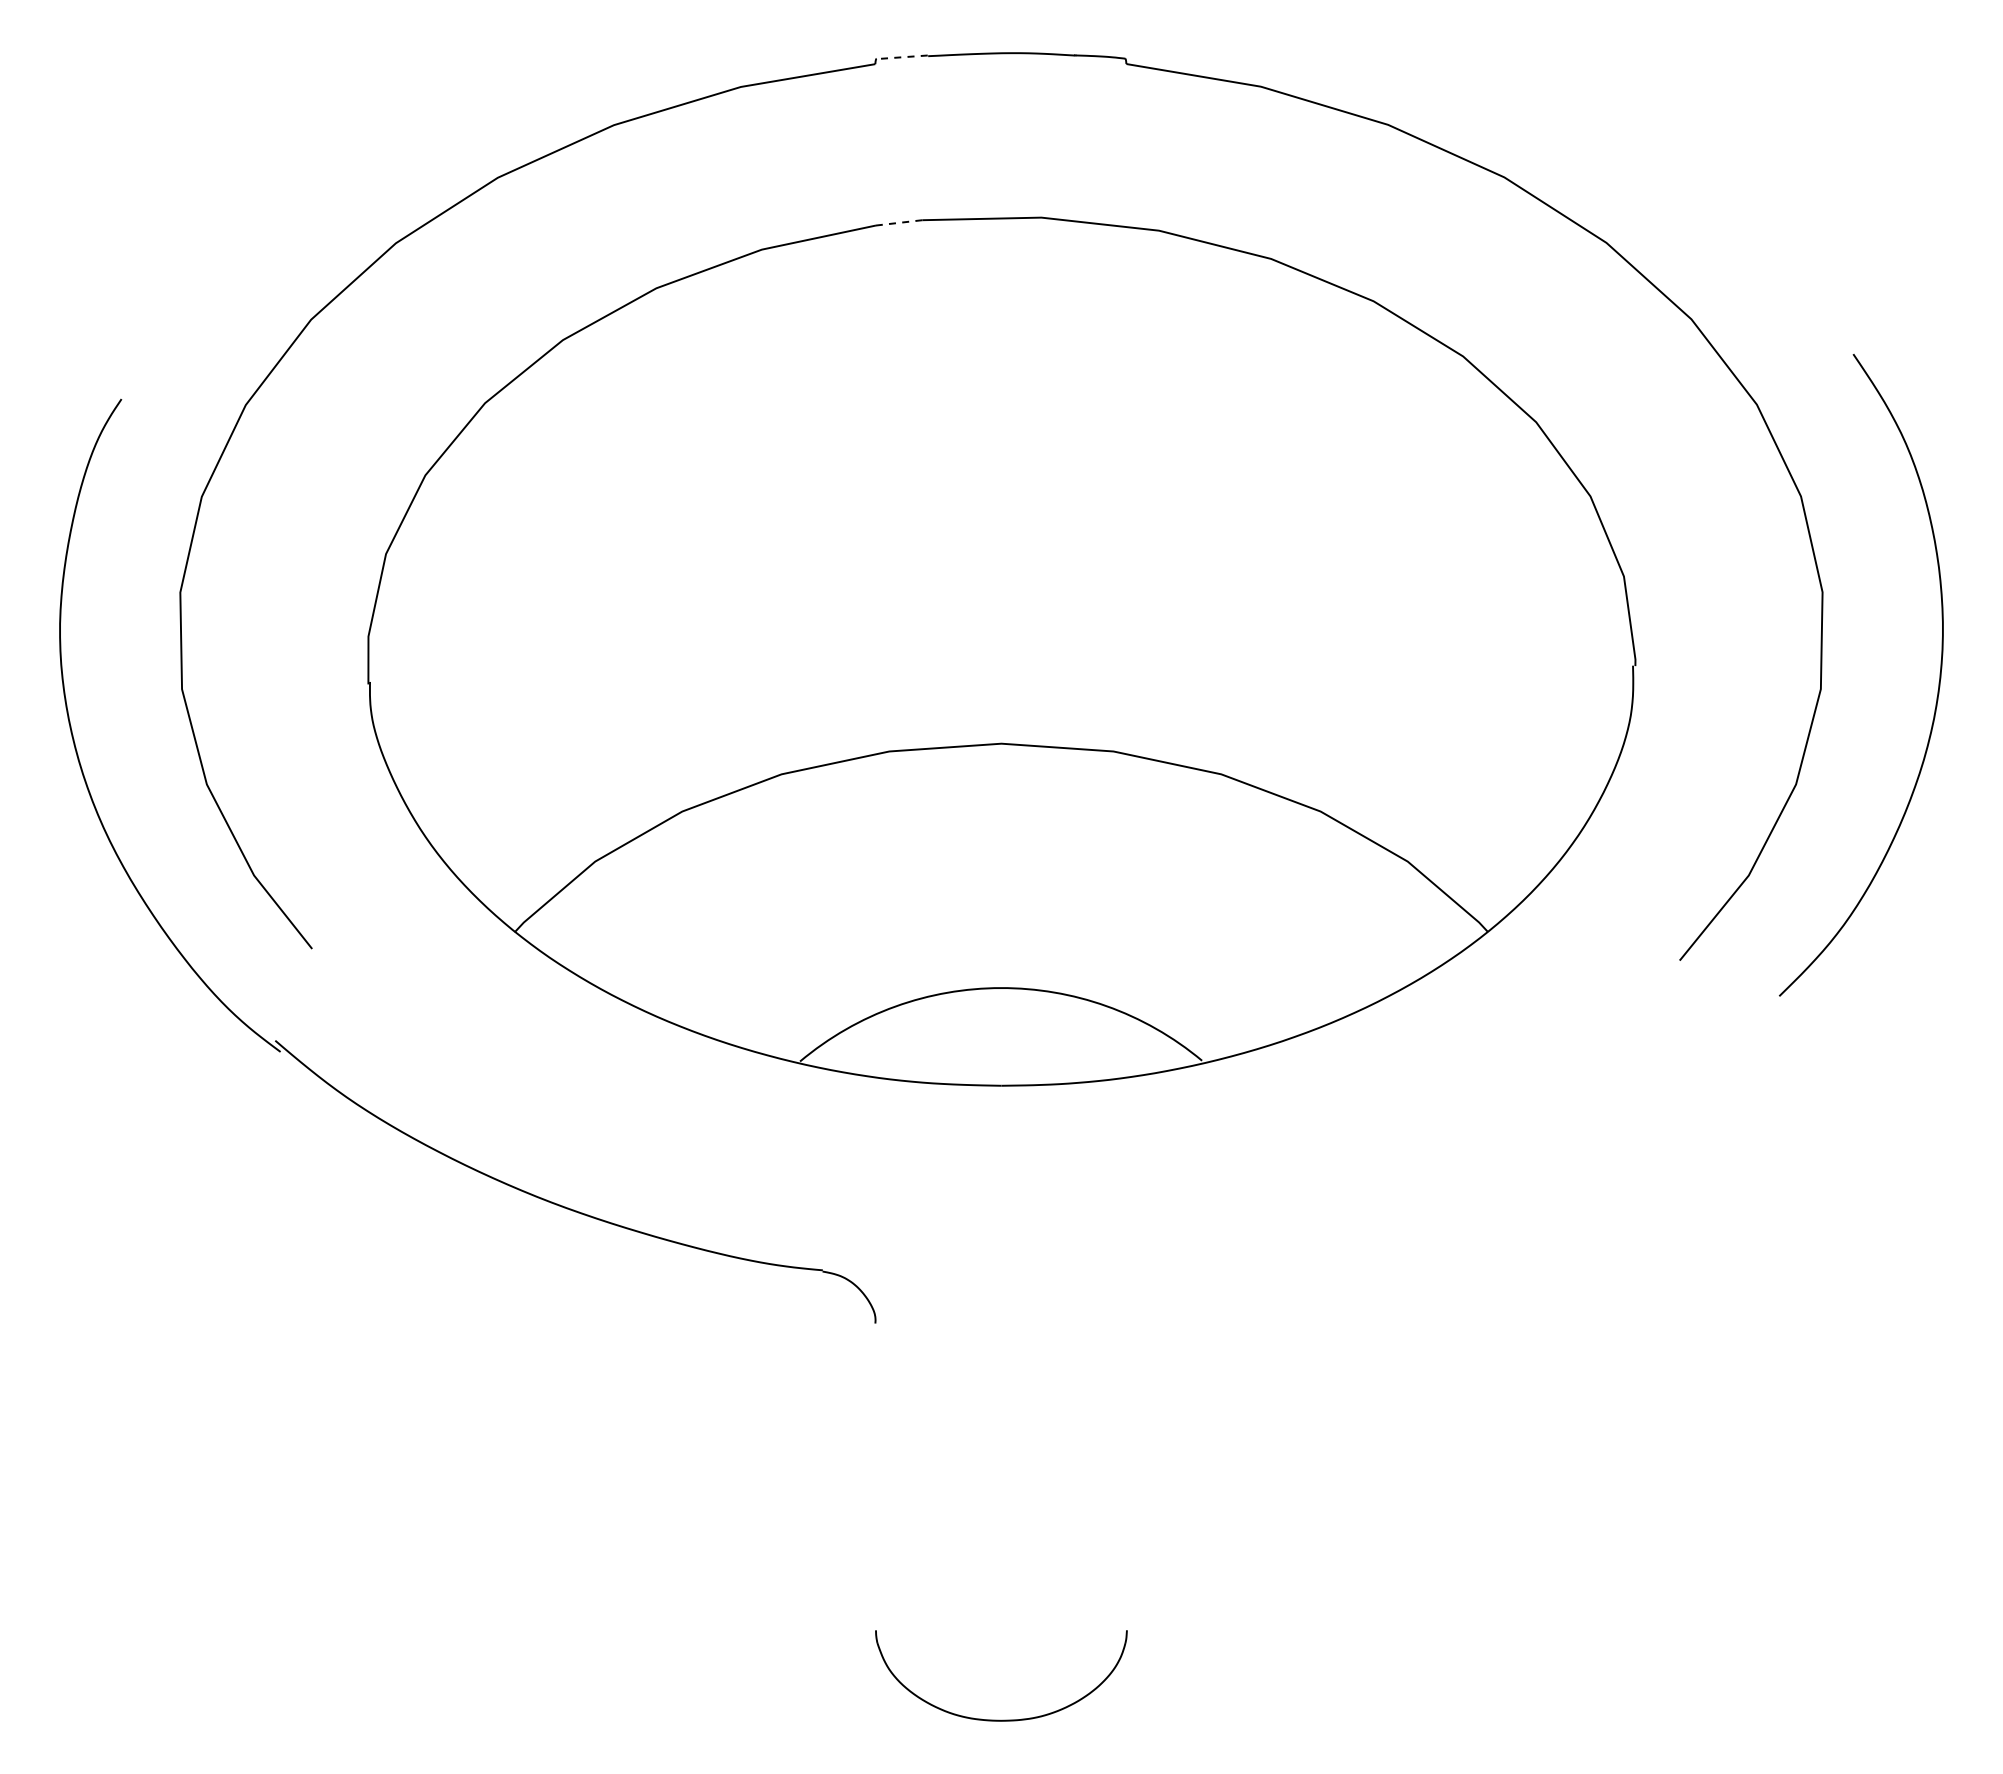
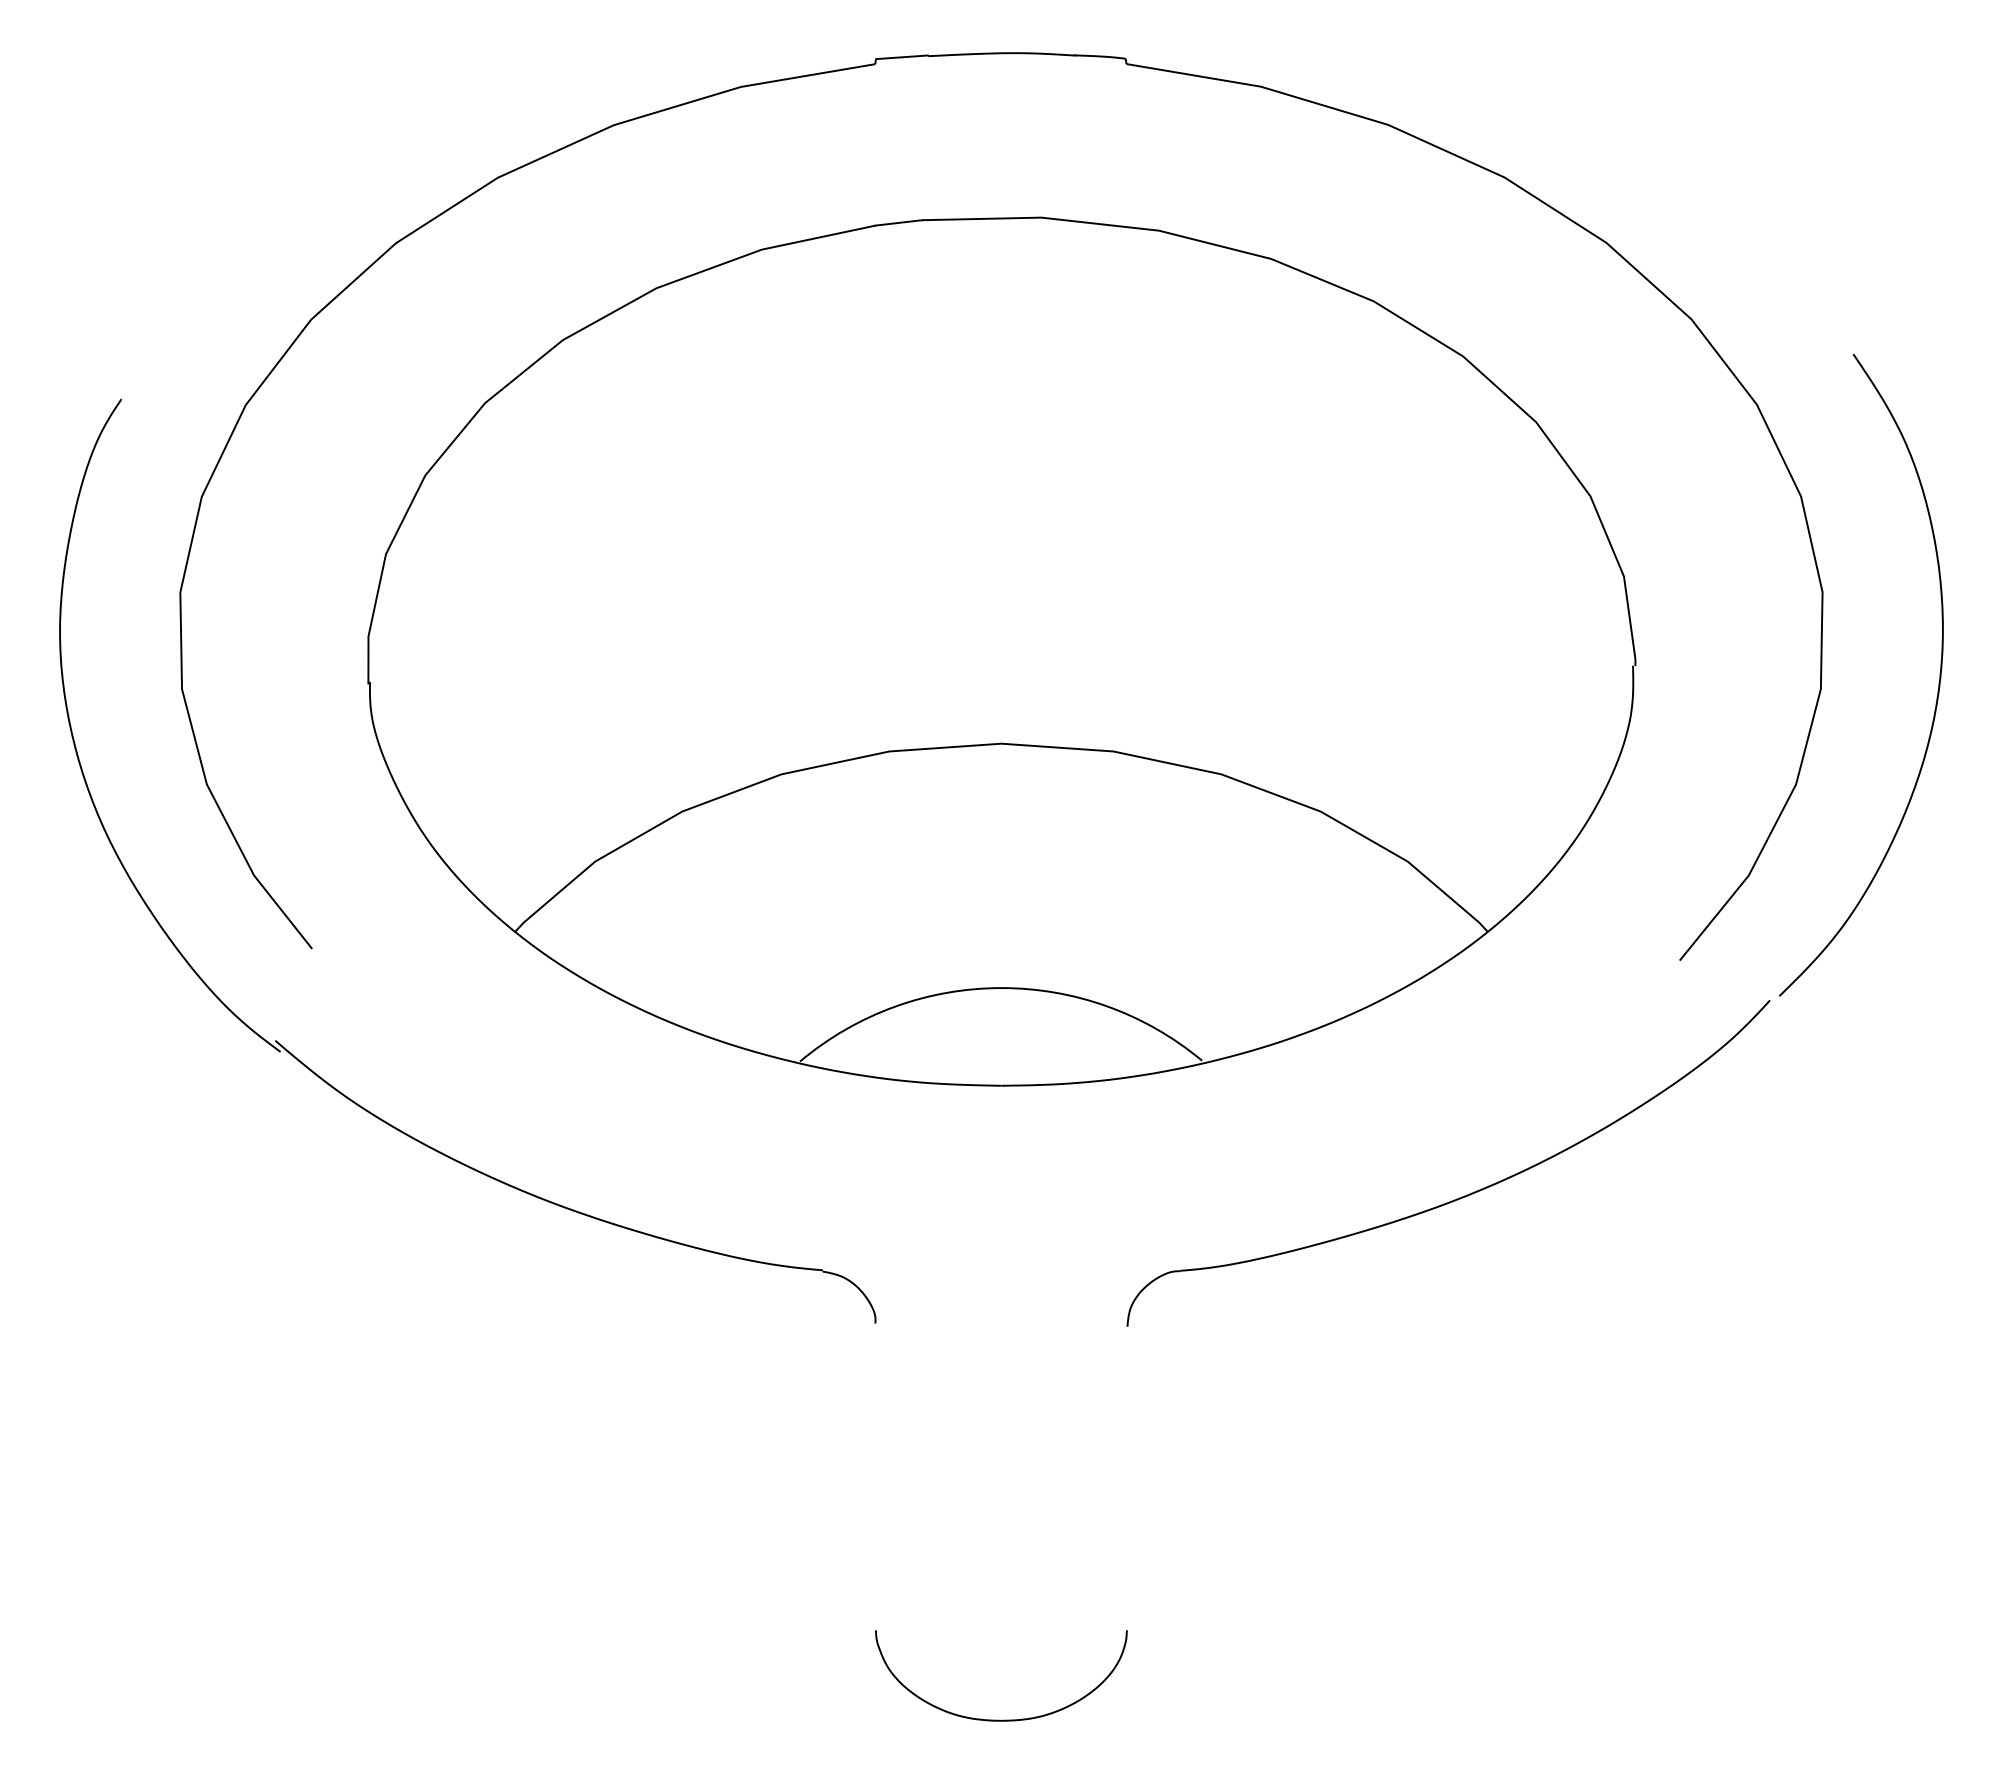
line at (902, 57): dashed -> solid
line at (898, 222): dashed -> solid
part at (1461, 1196): none -> present
